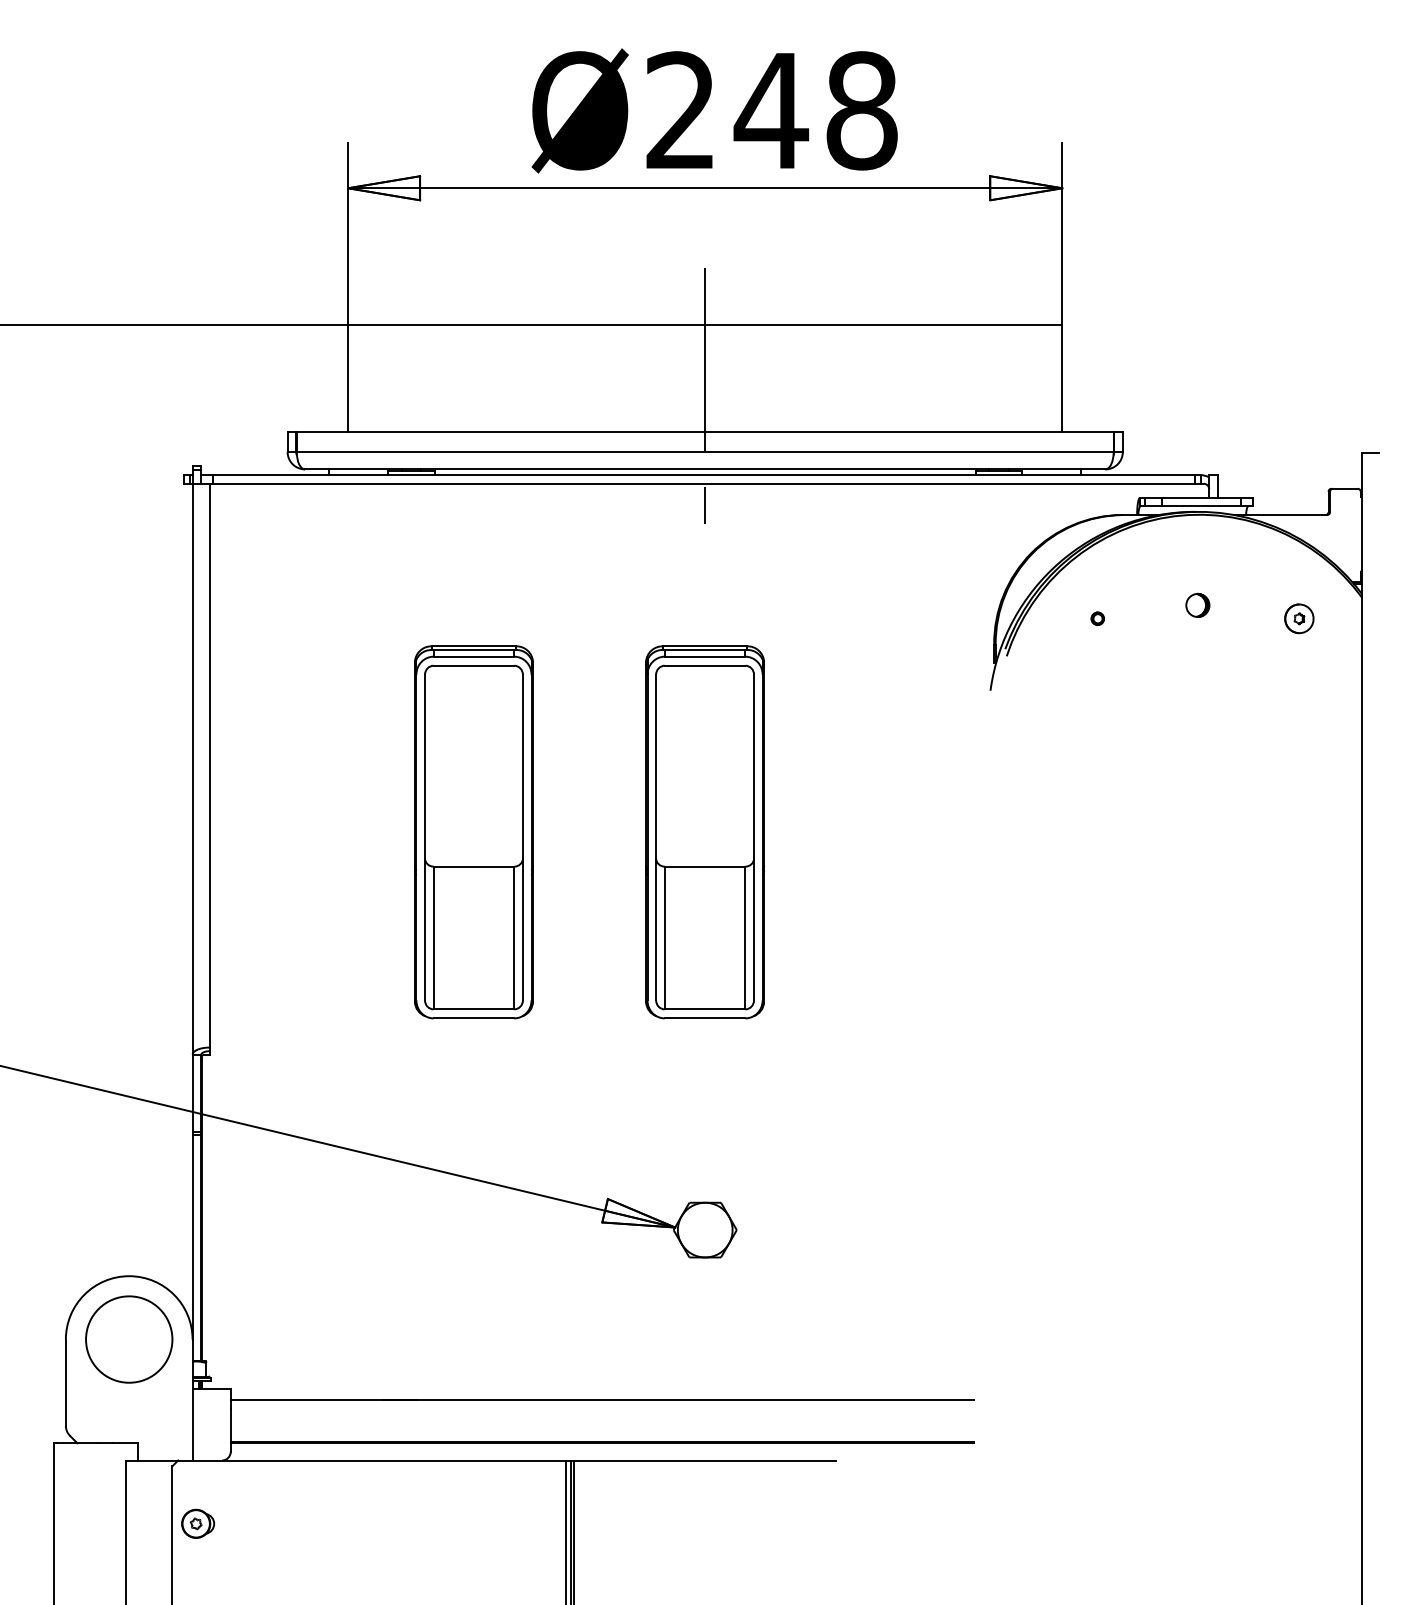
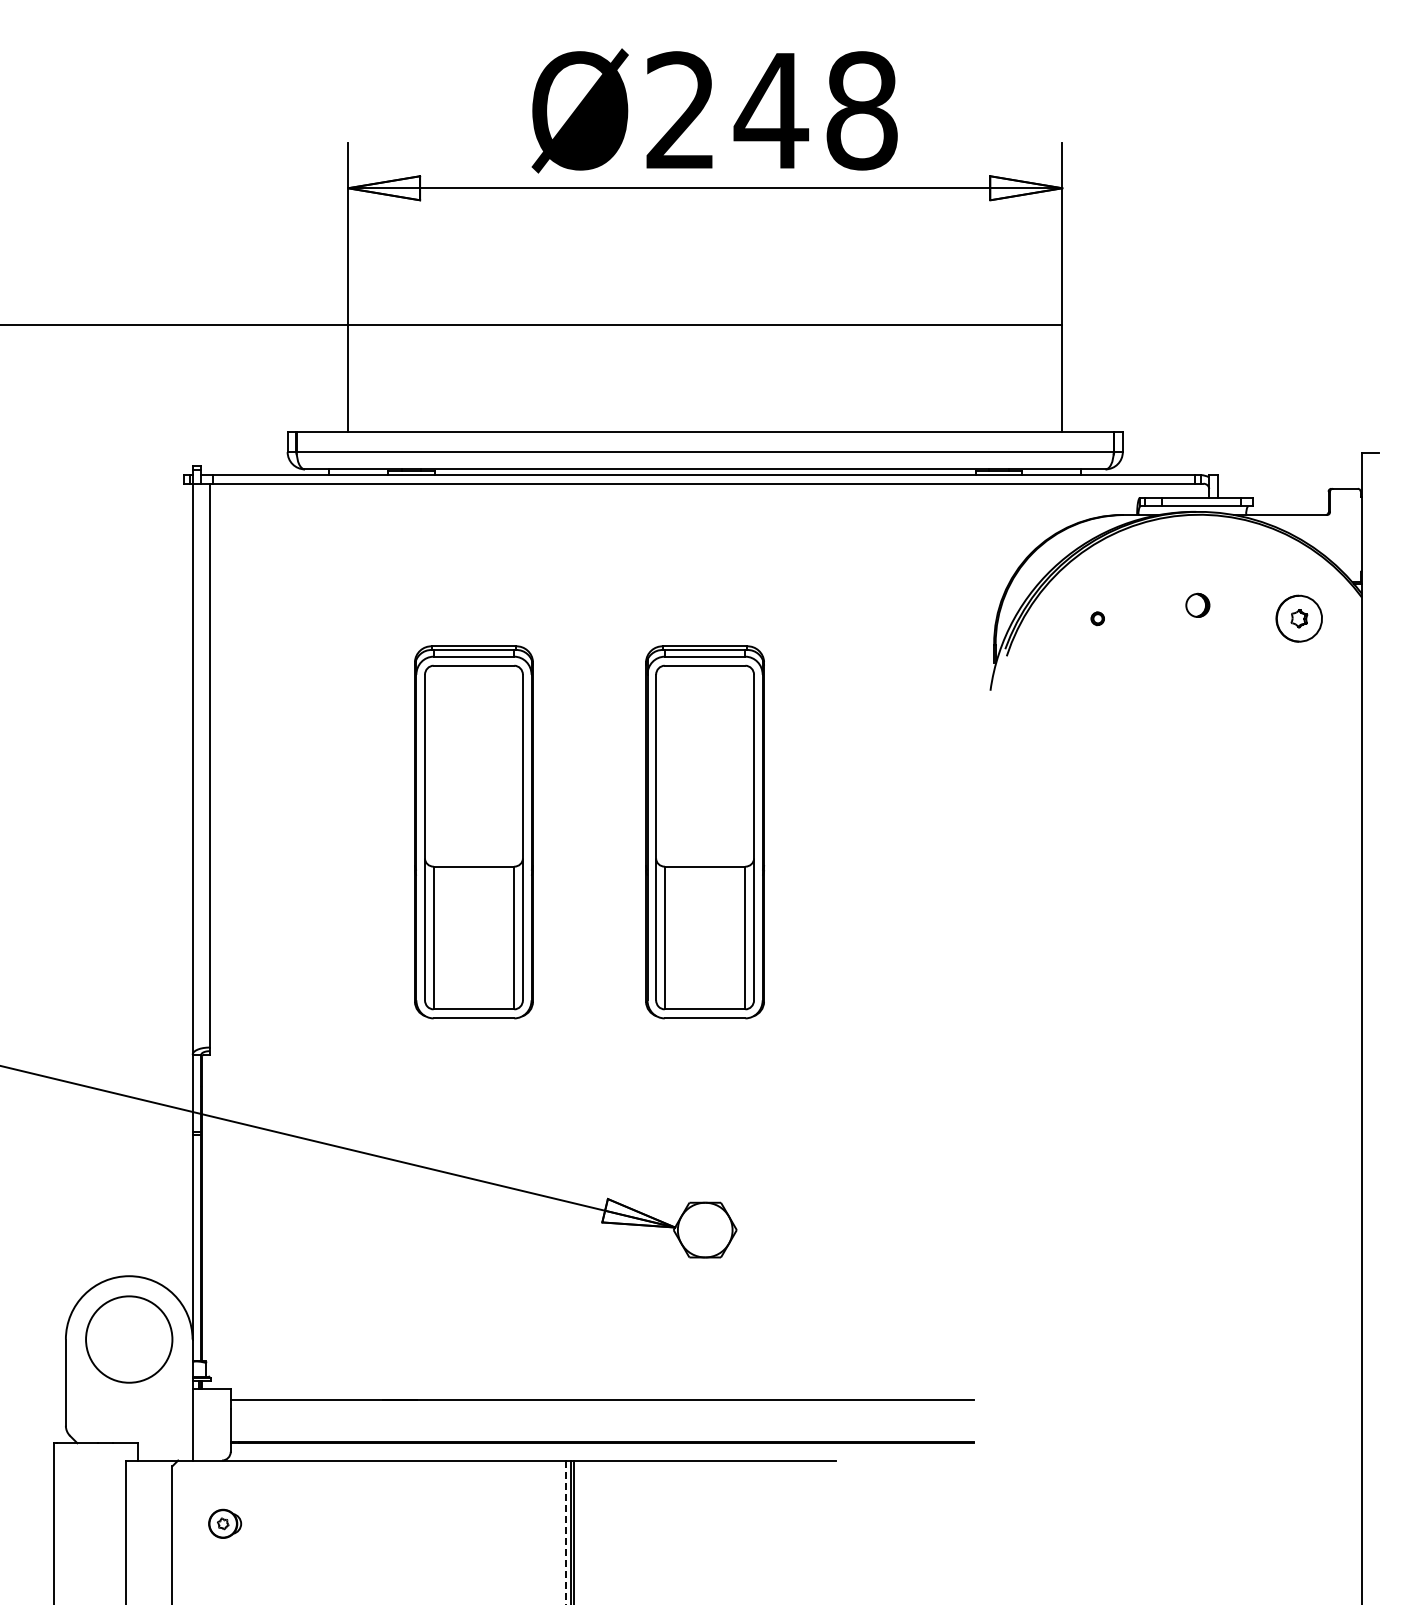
line at (705, 396): present -> none
part at (1299, 618) size: 31x32 px -> 48x49 px
part at (198, 1523) position: (198, 1523) -> (225, 1523)
line at (565, 1532): solid -> dashed
